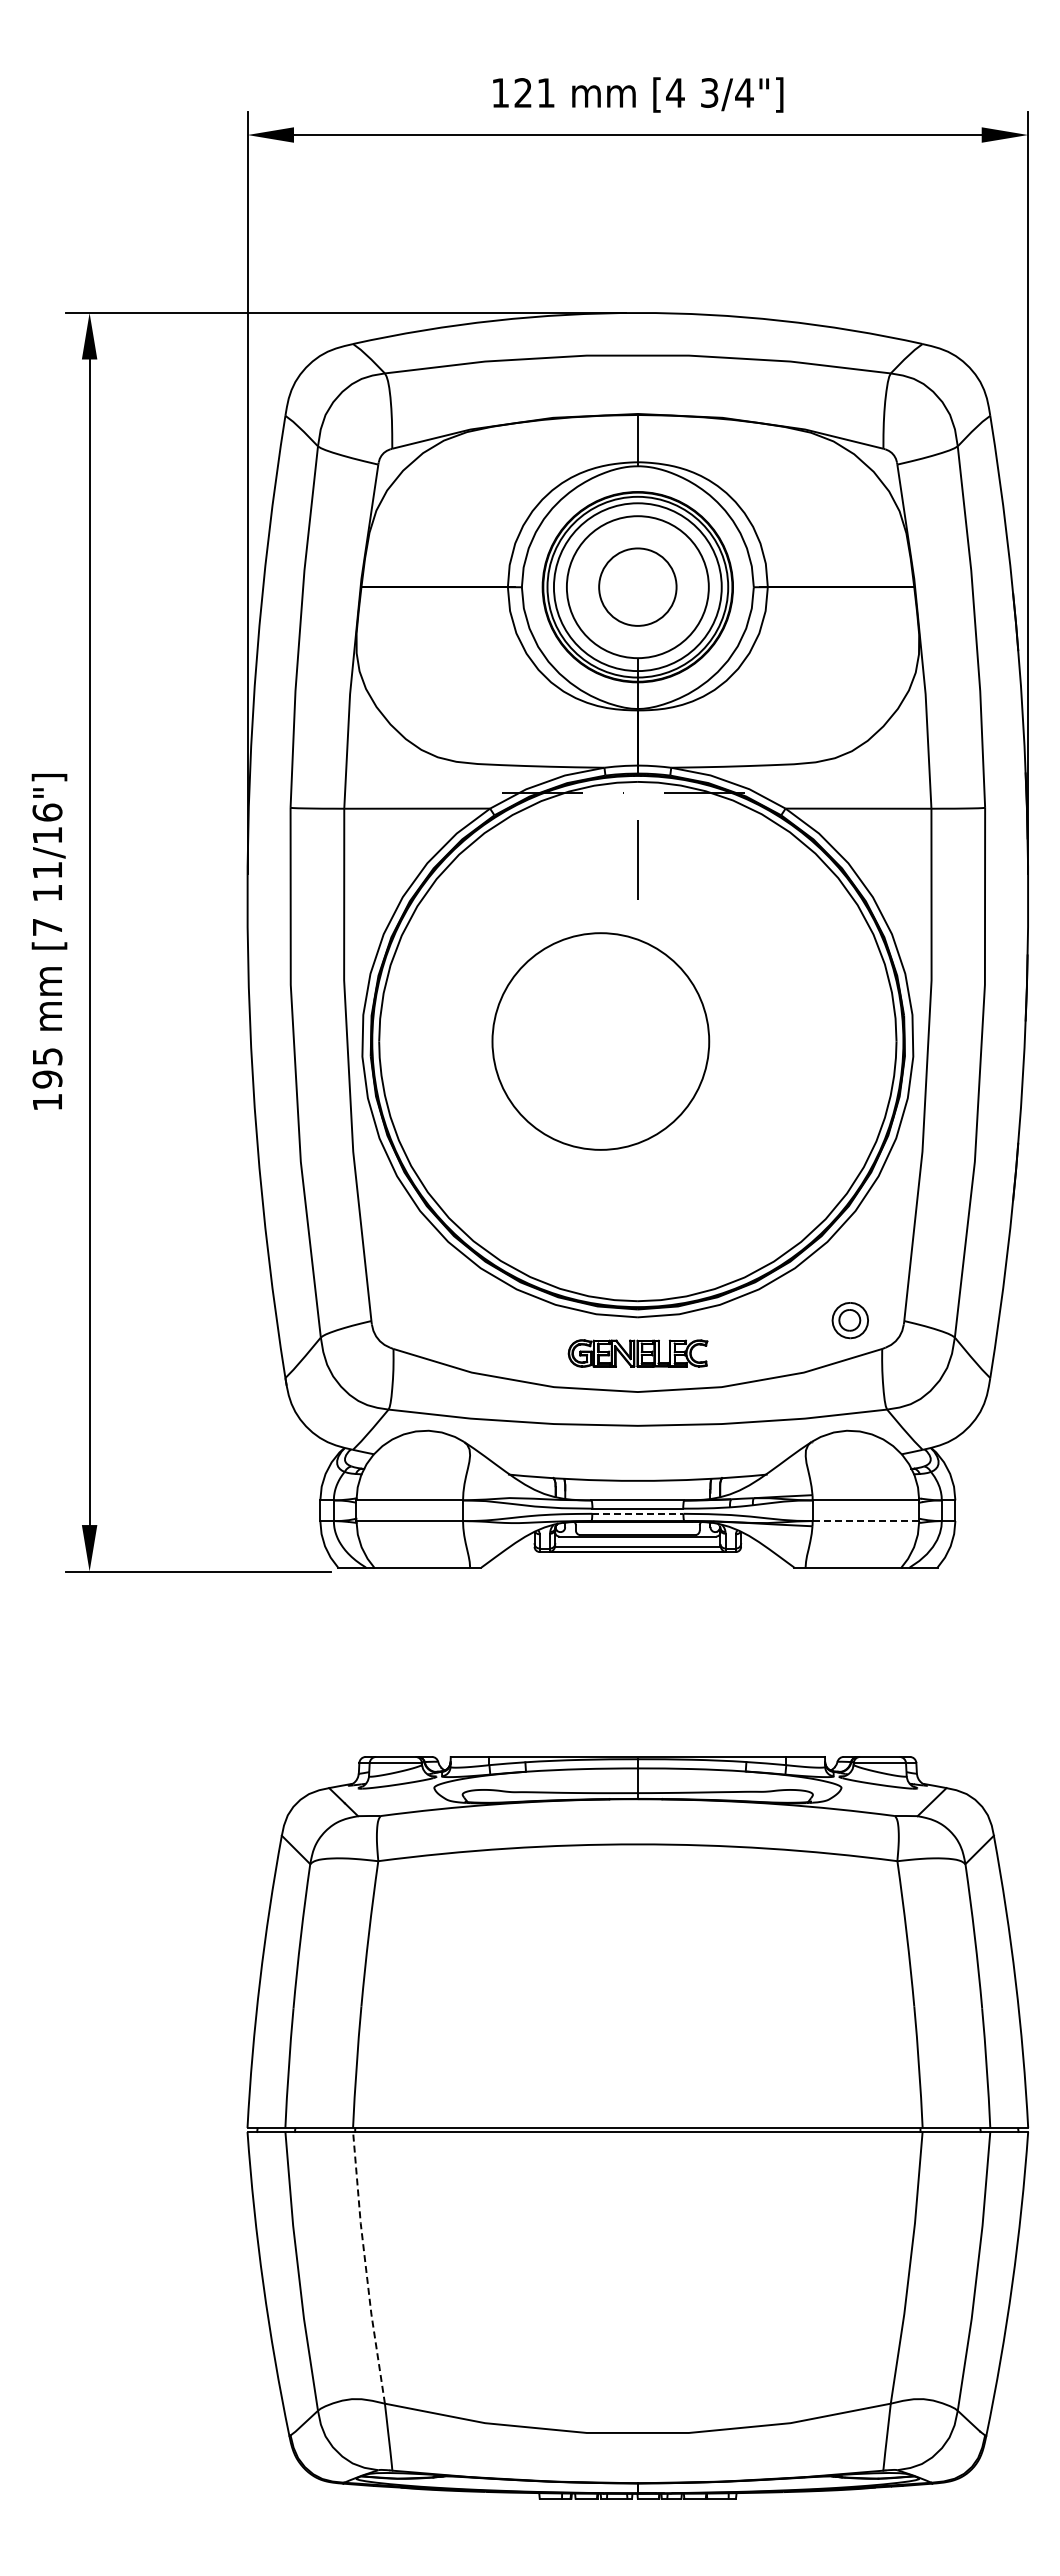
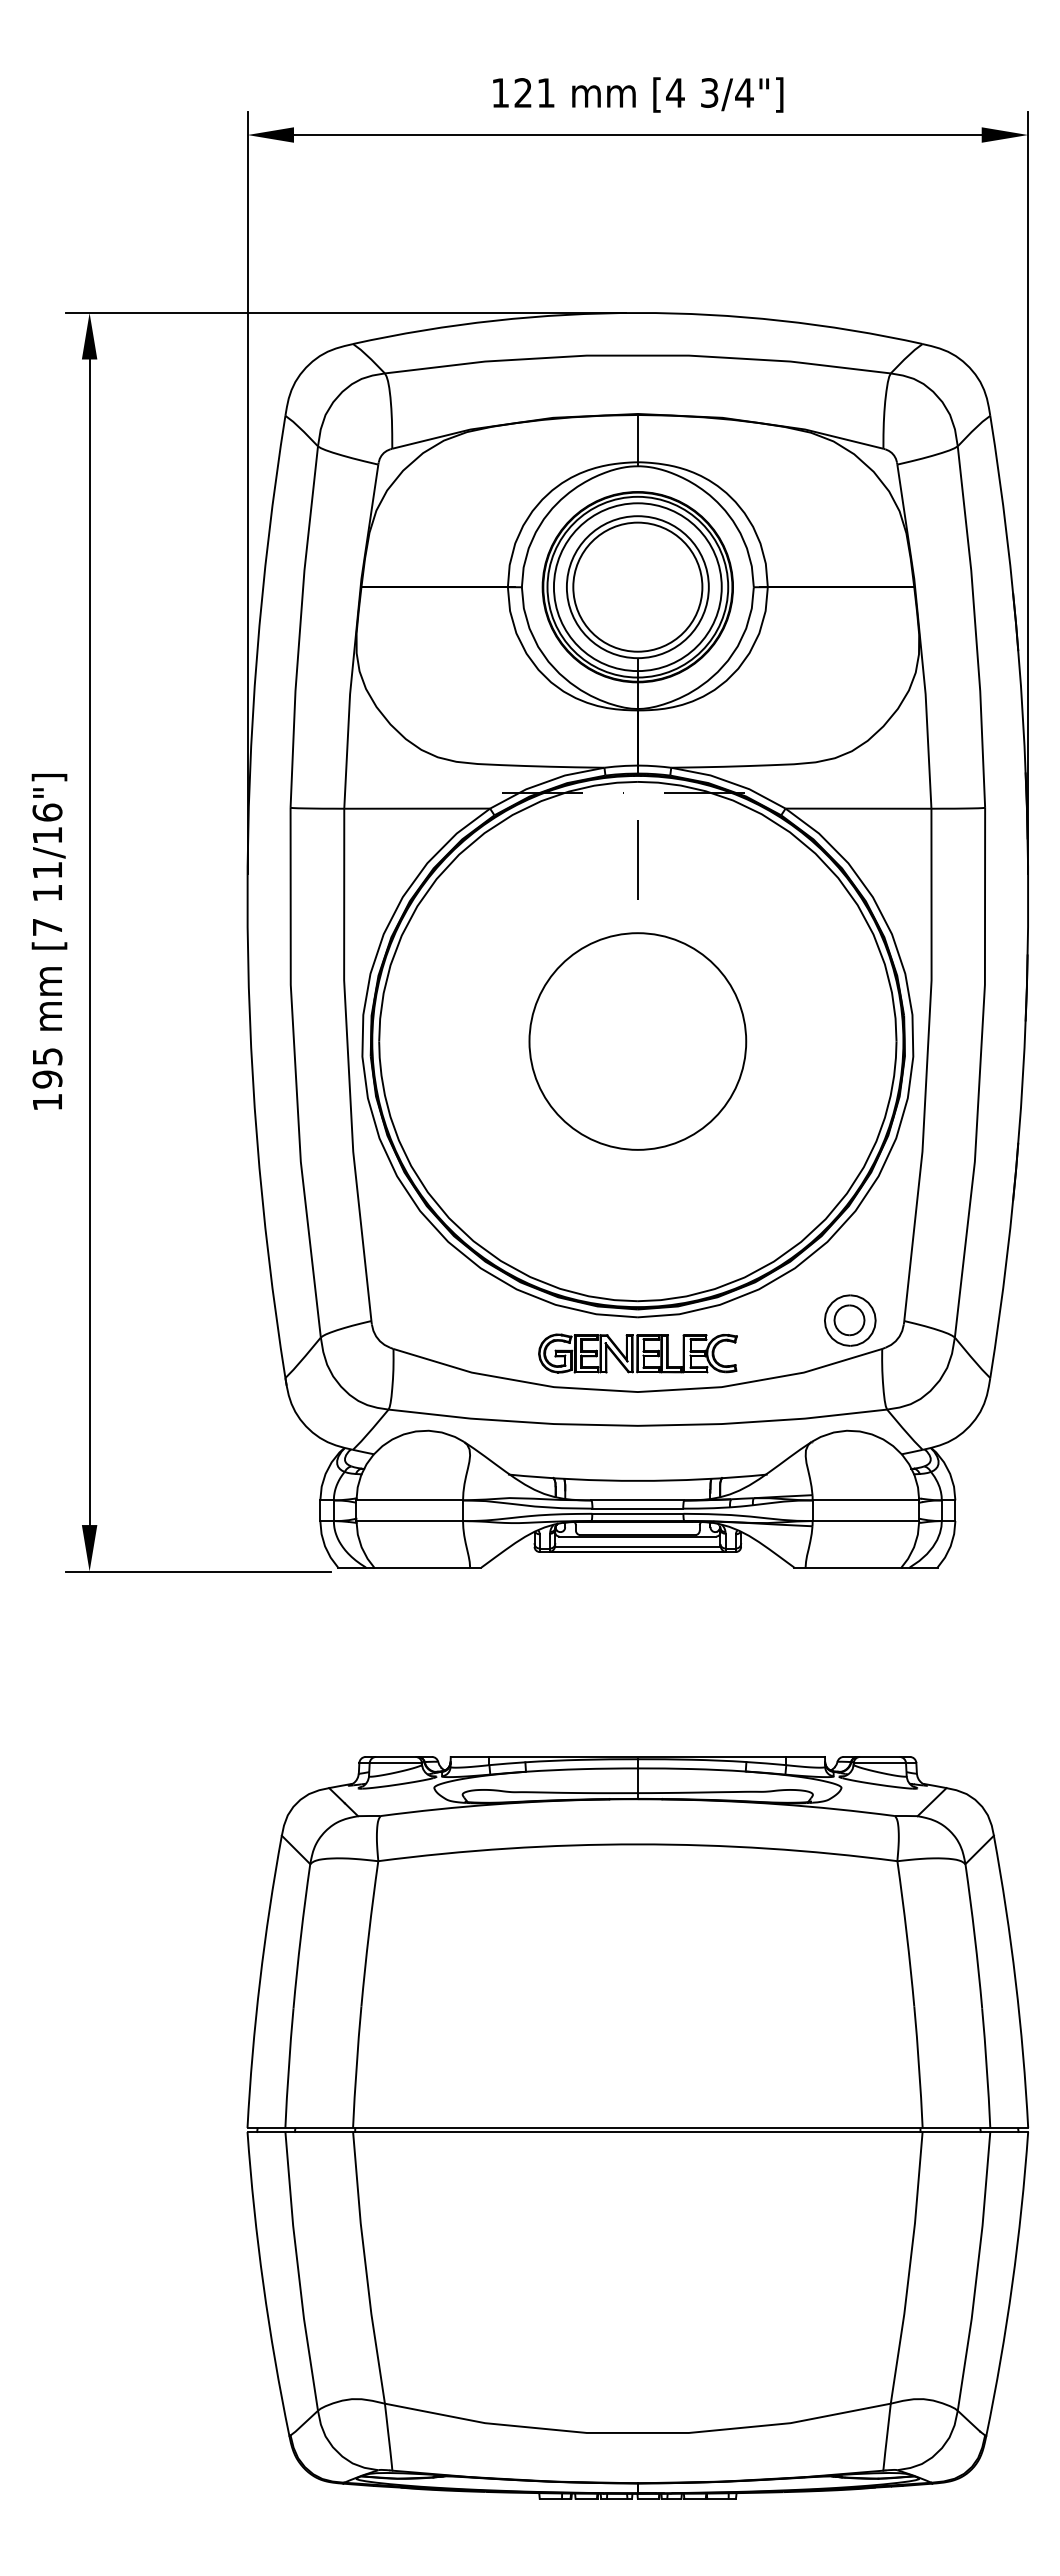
circle at (637, 586) diameter: 77 px -> 129 px
circle at (600, 1041) position: (600, 1041) -> (637, 1041)
part at (849, 1320) size: 38x38 px -> 53x53 px
part at (637, 1353) size: 142x29 px -> 200x41 px
line at (637, 1513): dashed -> solid
line at (866, 1521): dashed -> solid
line at (365, 2267): dashed -> solid
